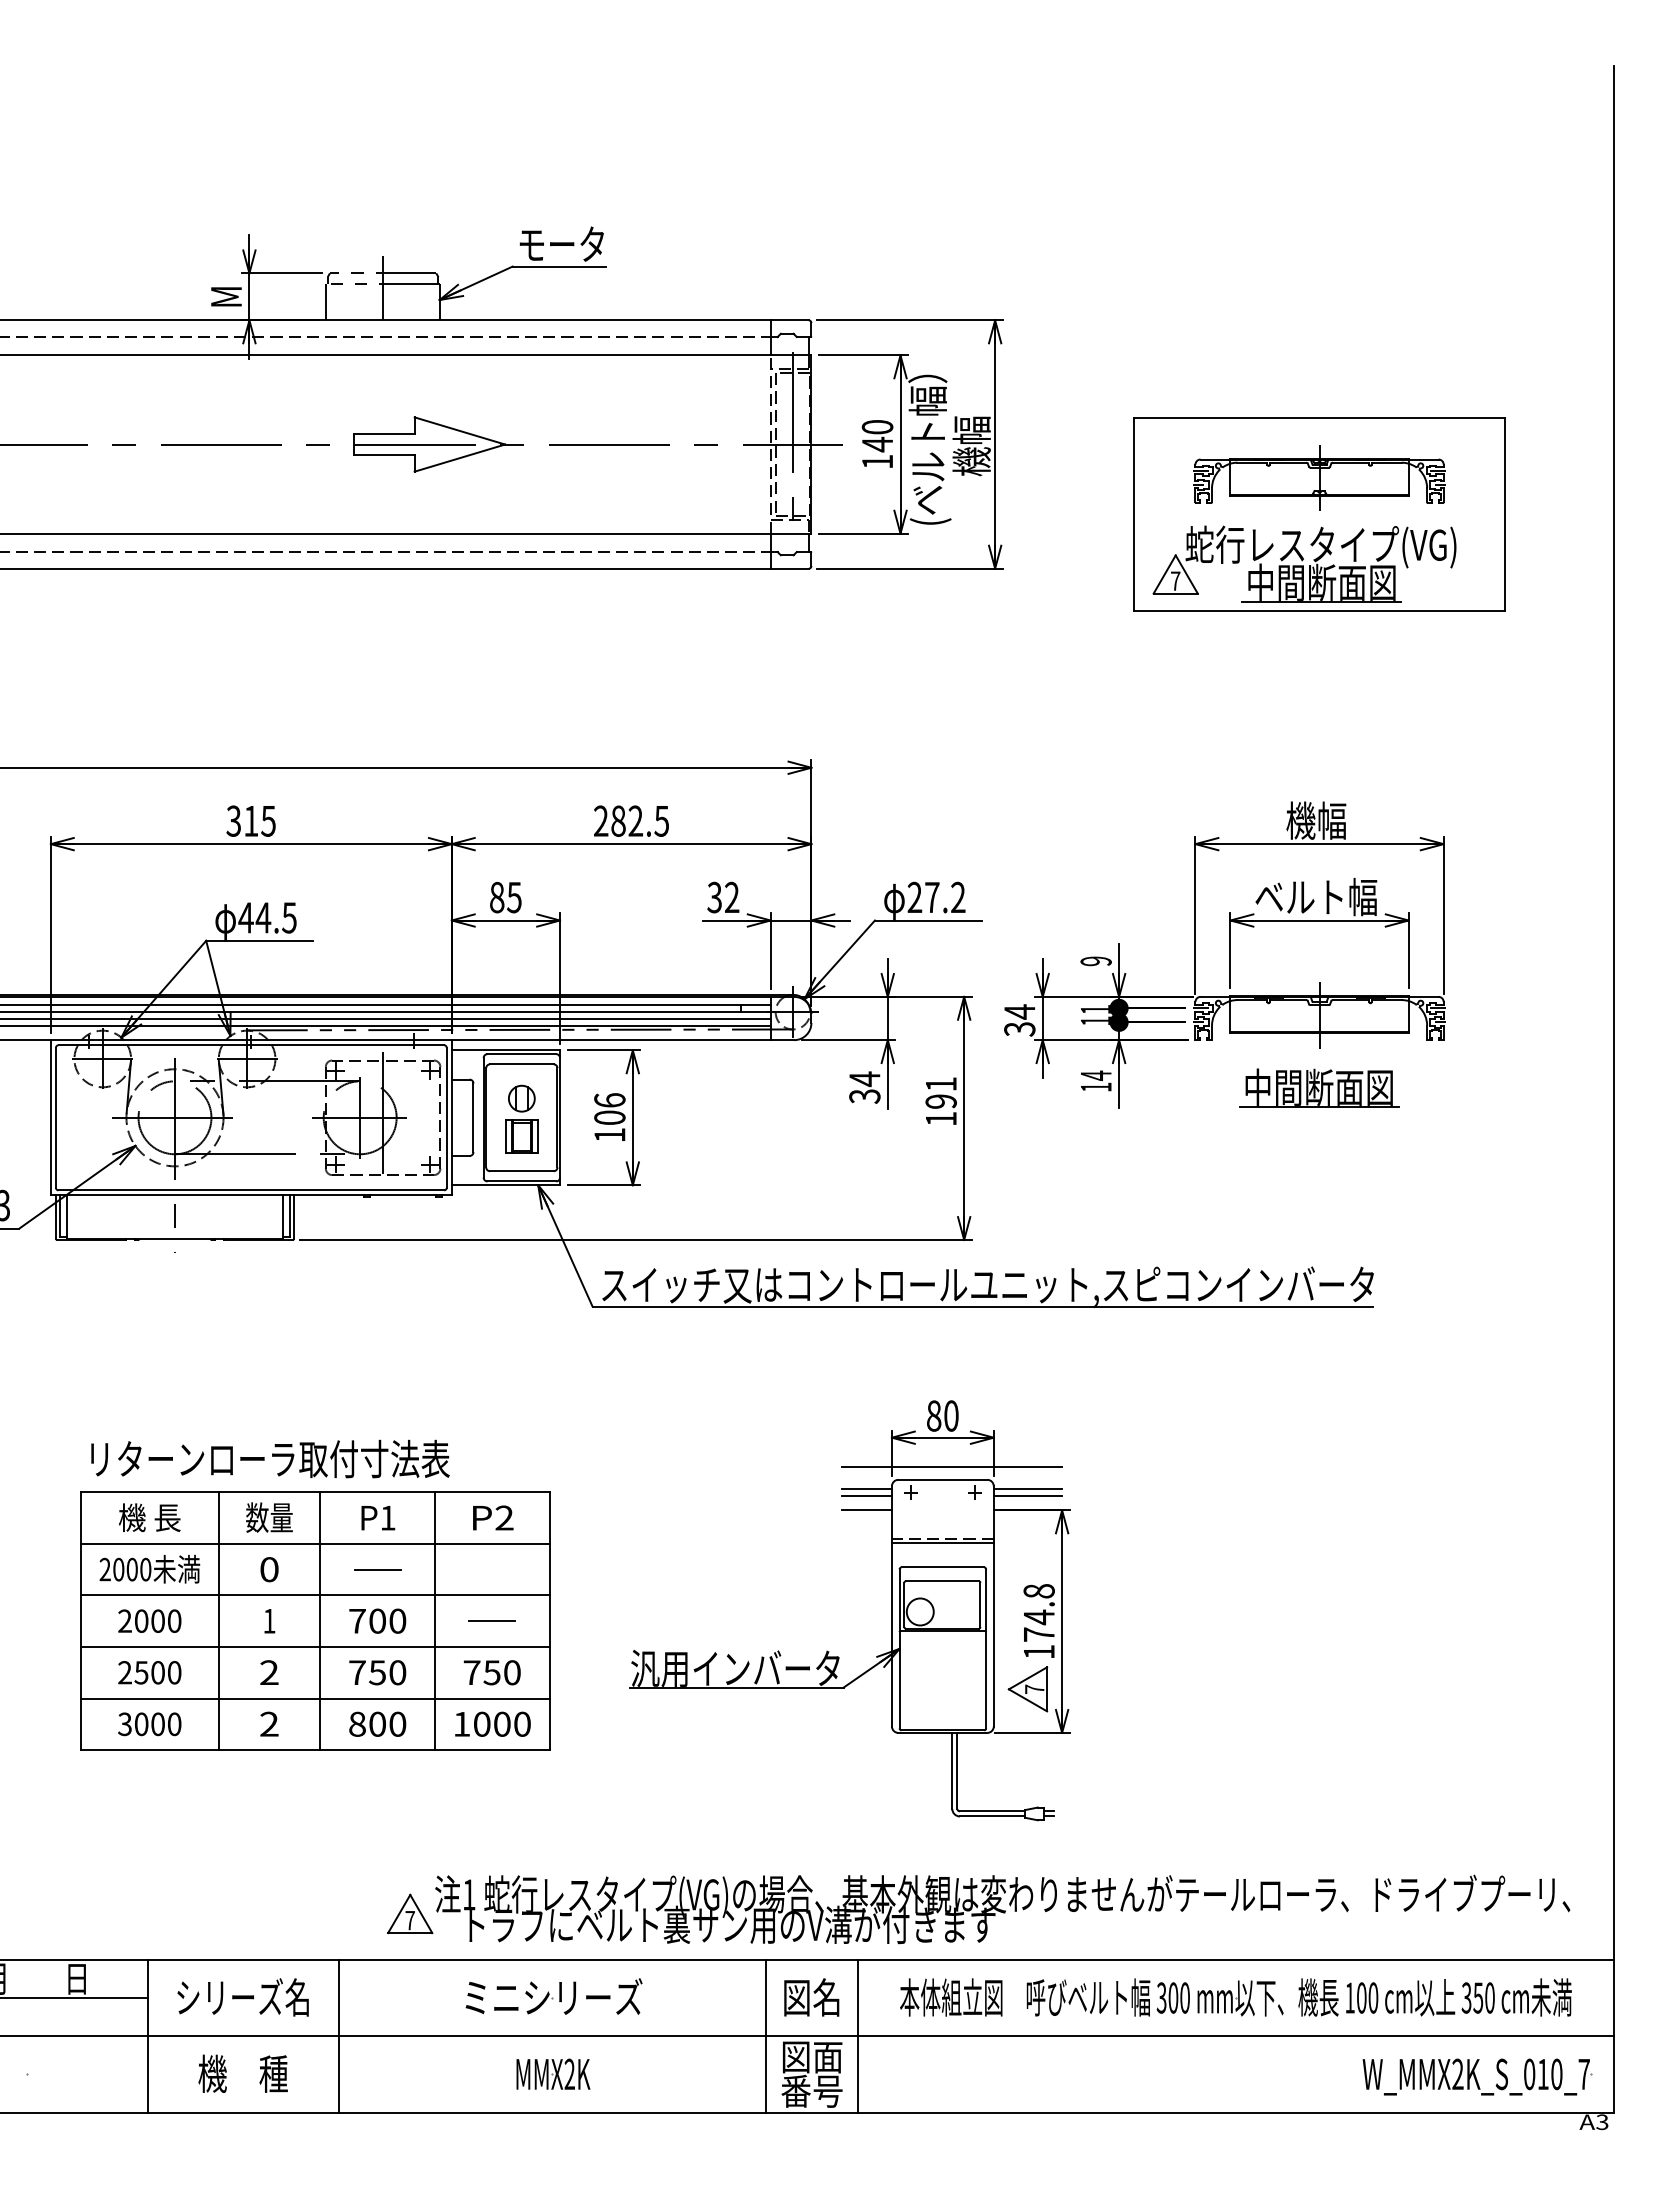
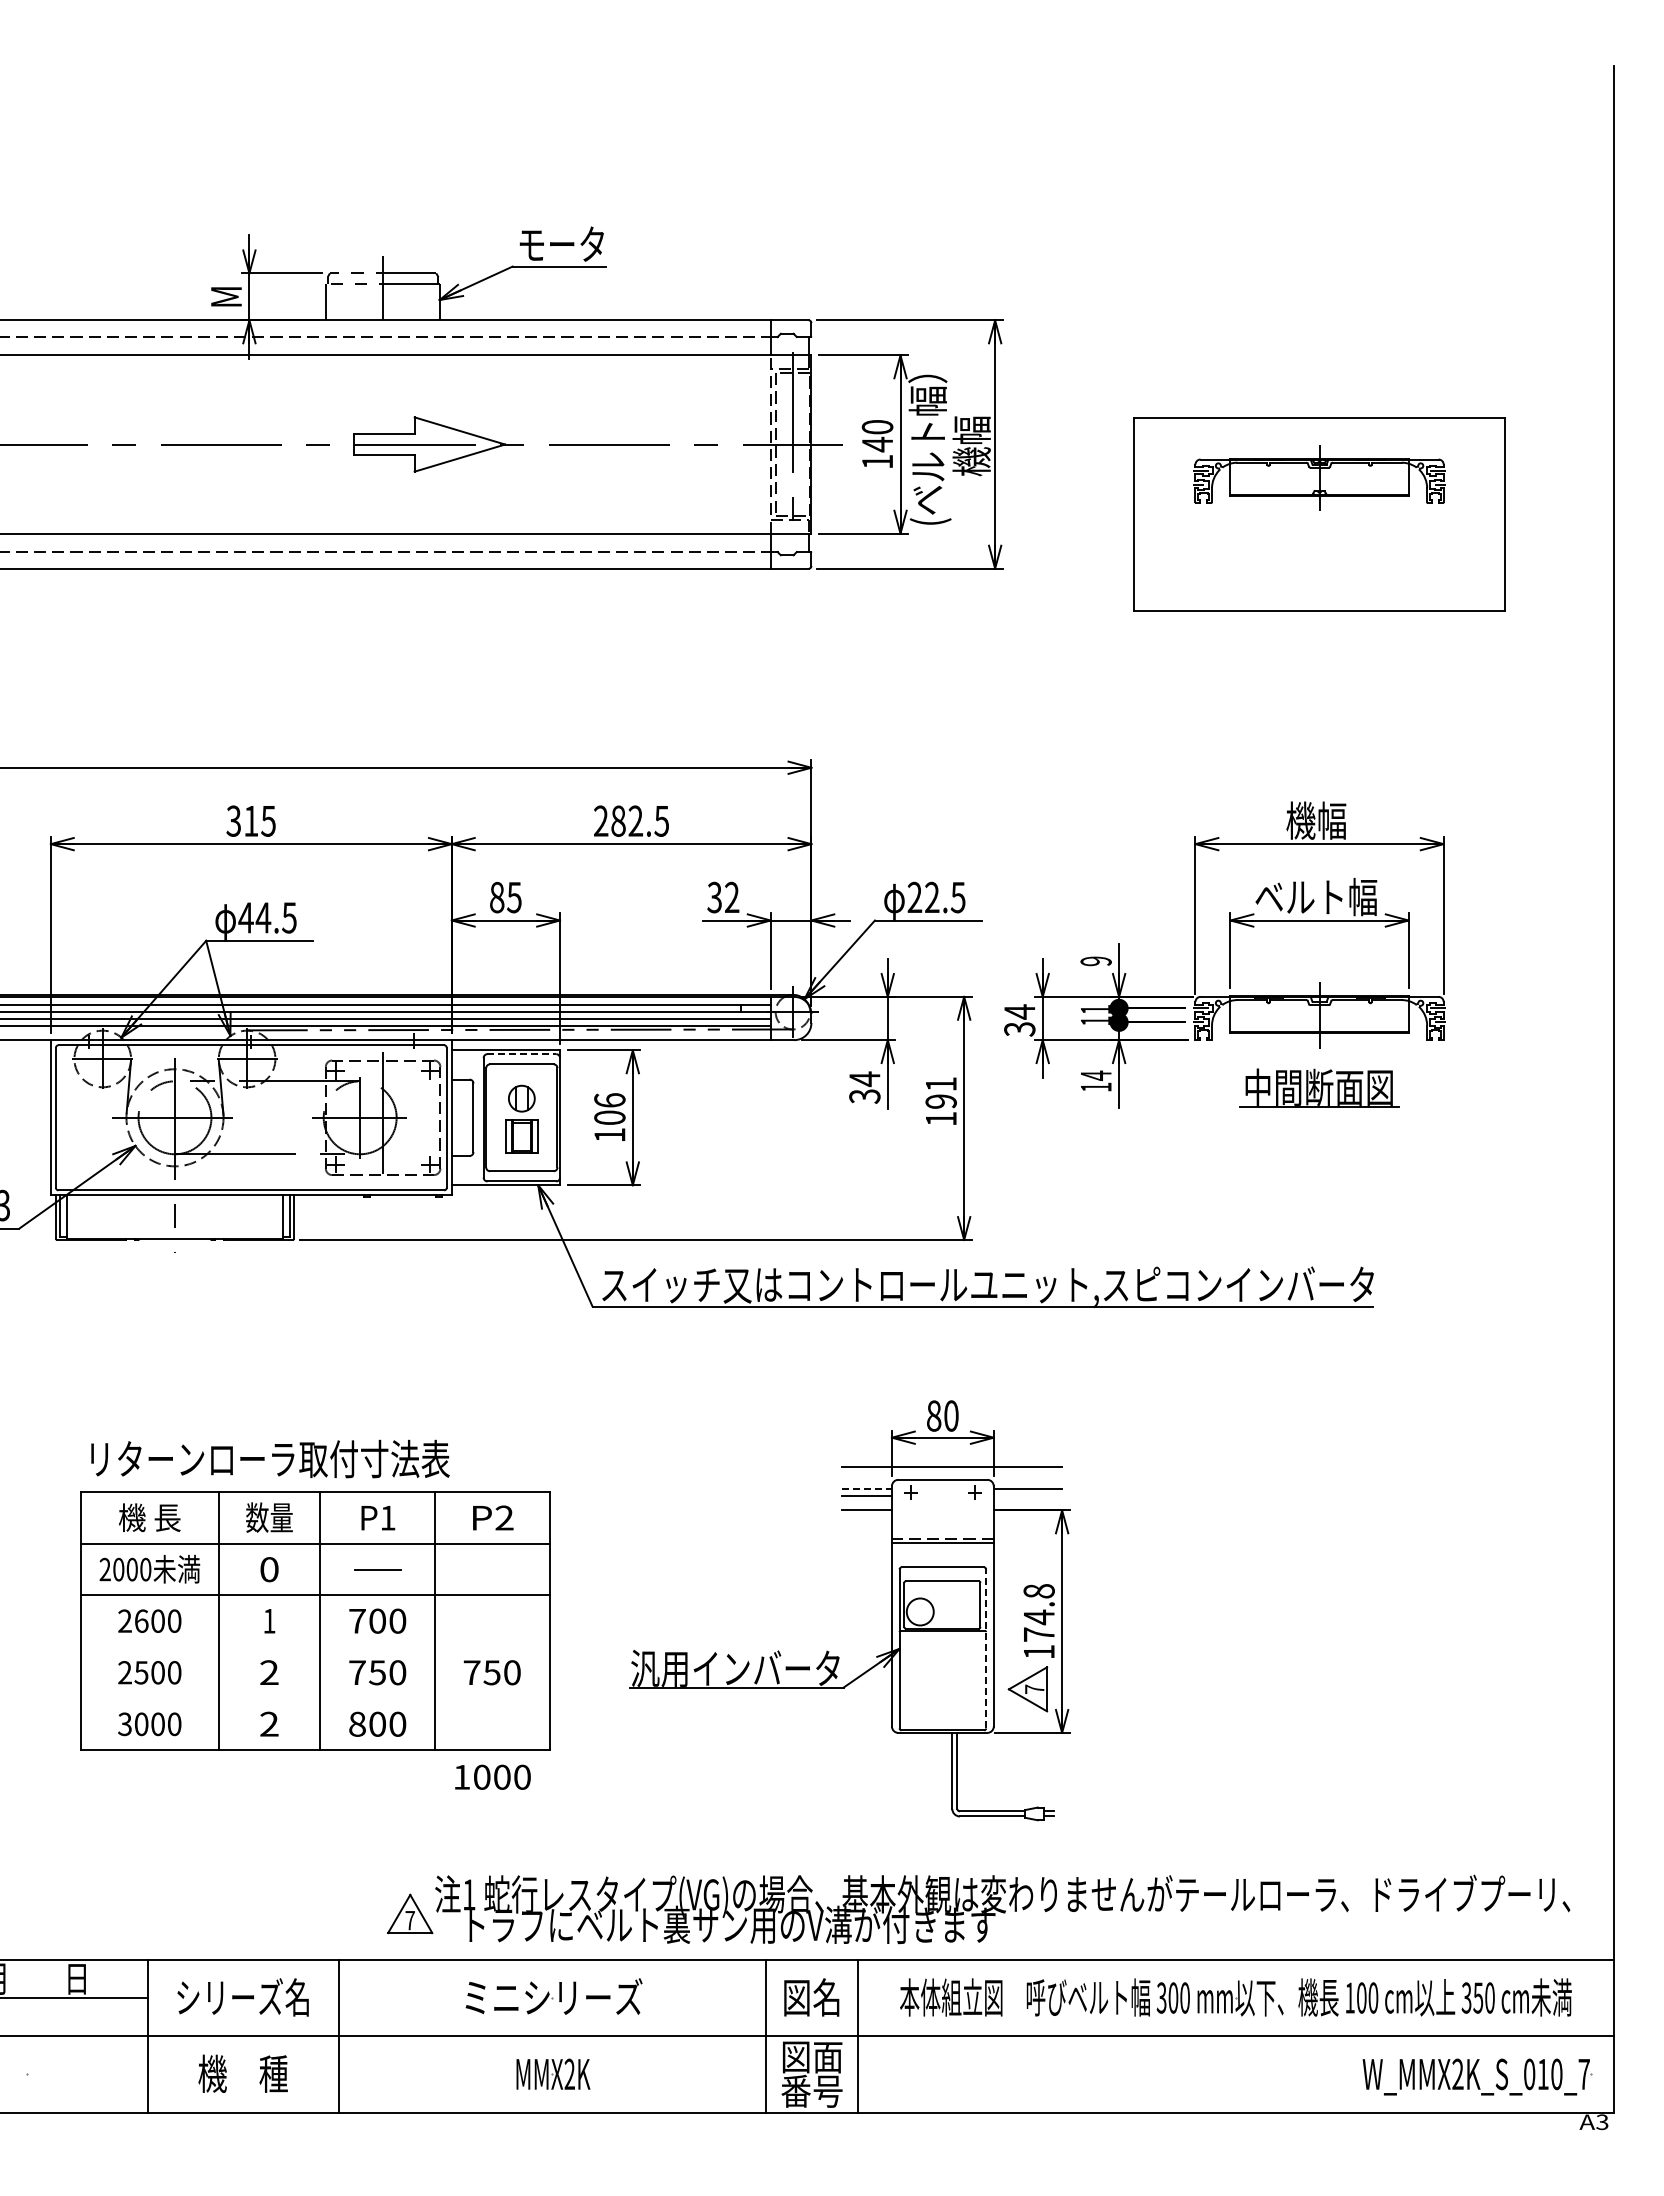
part at (1304, 563): present -> none
text at (945, 897): 27.2 -> 22.5
line at (522, 1054): solid -> dashed
line at (867, 1489): solid -> dashed
line at (1027, 1496): present -> none
text at (141, 1620): 2000 -> 2600
line at (492, 1621): present -> none
line at (315, 1647): present -> none
line at (986, 1648): solid -> dashed
line at (315, 1698): present -> none
text at (492, 1723) position: (492, 1723) -> (492, 1776)
